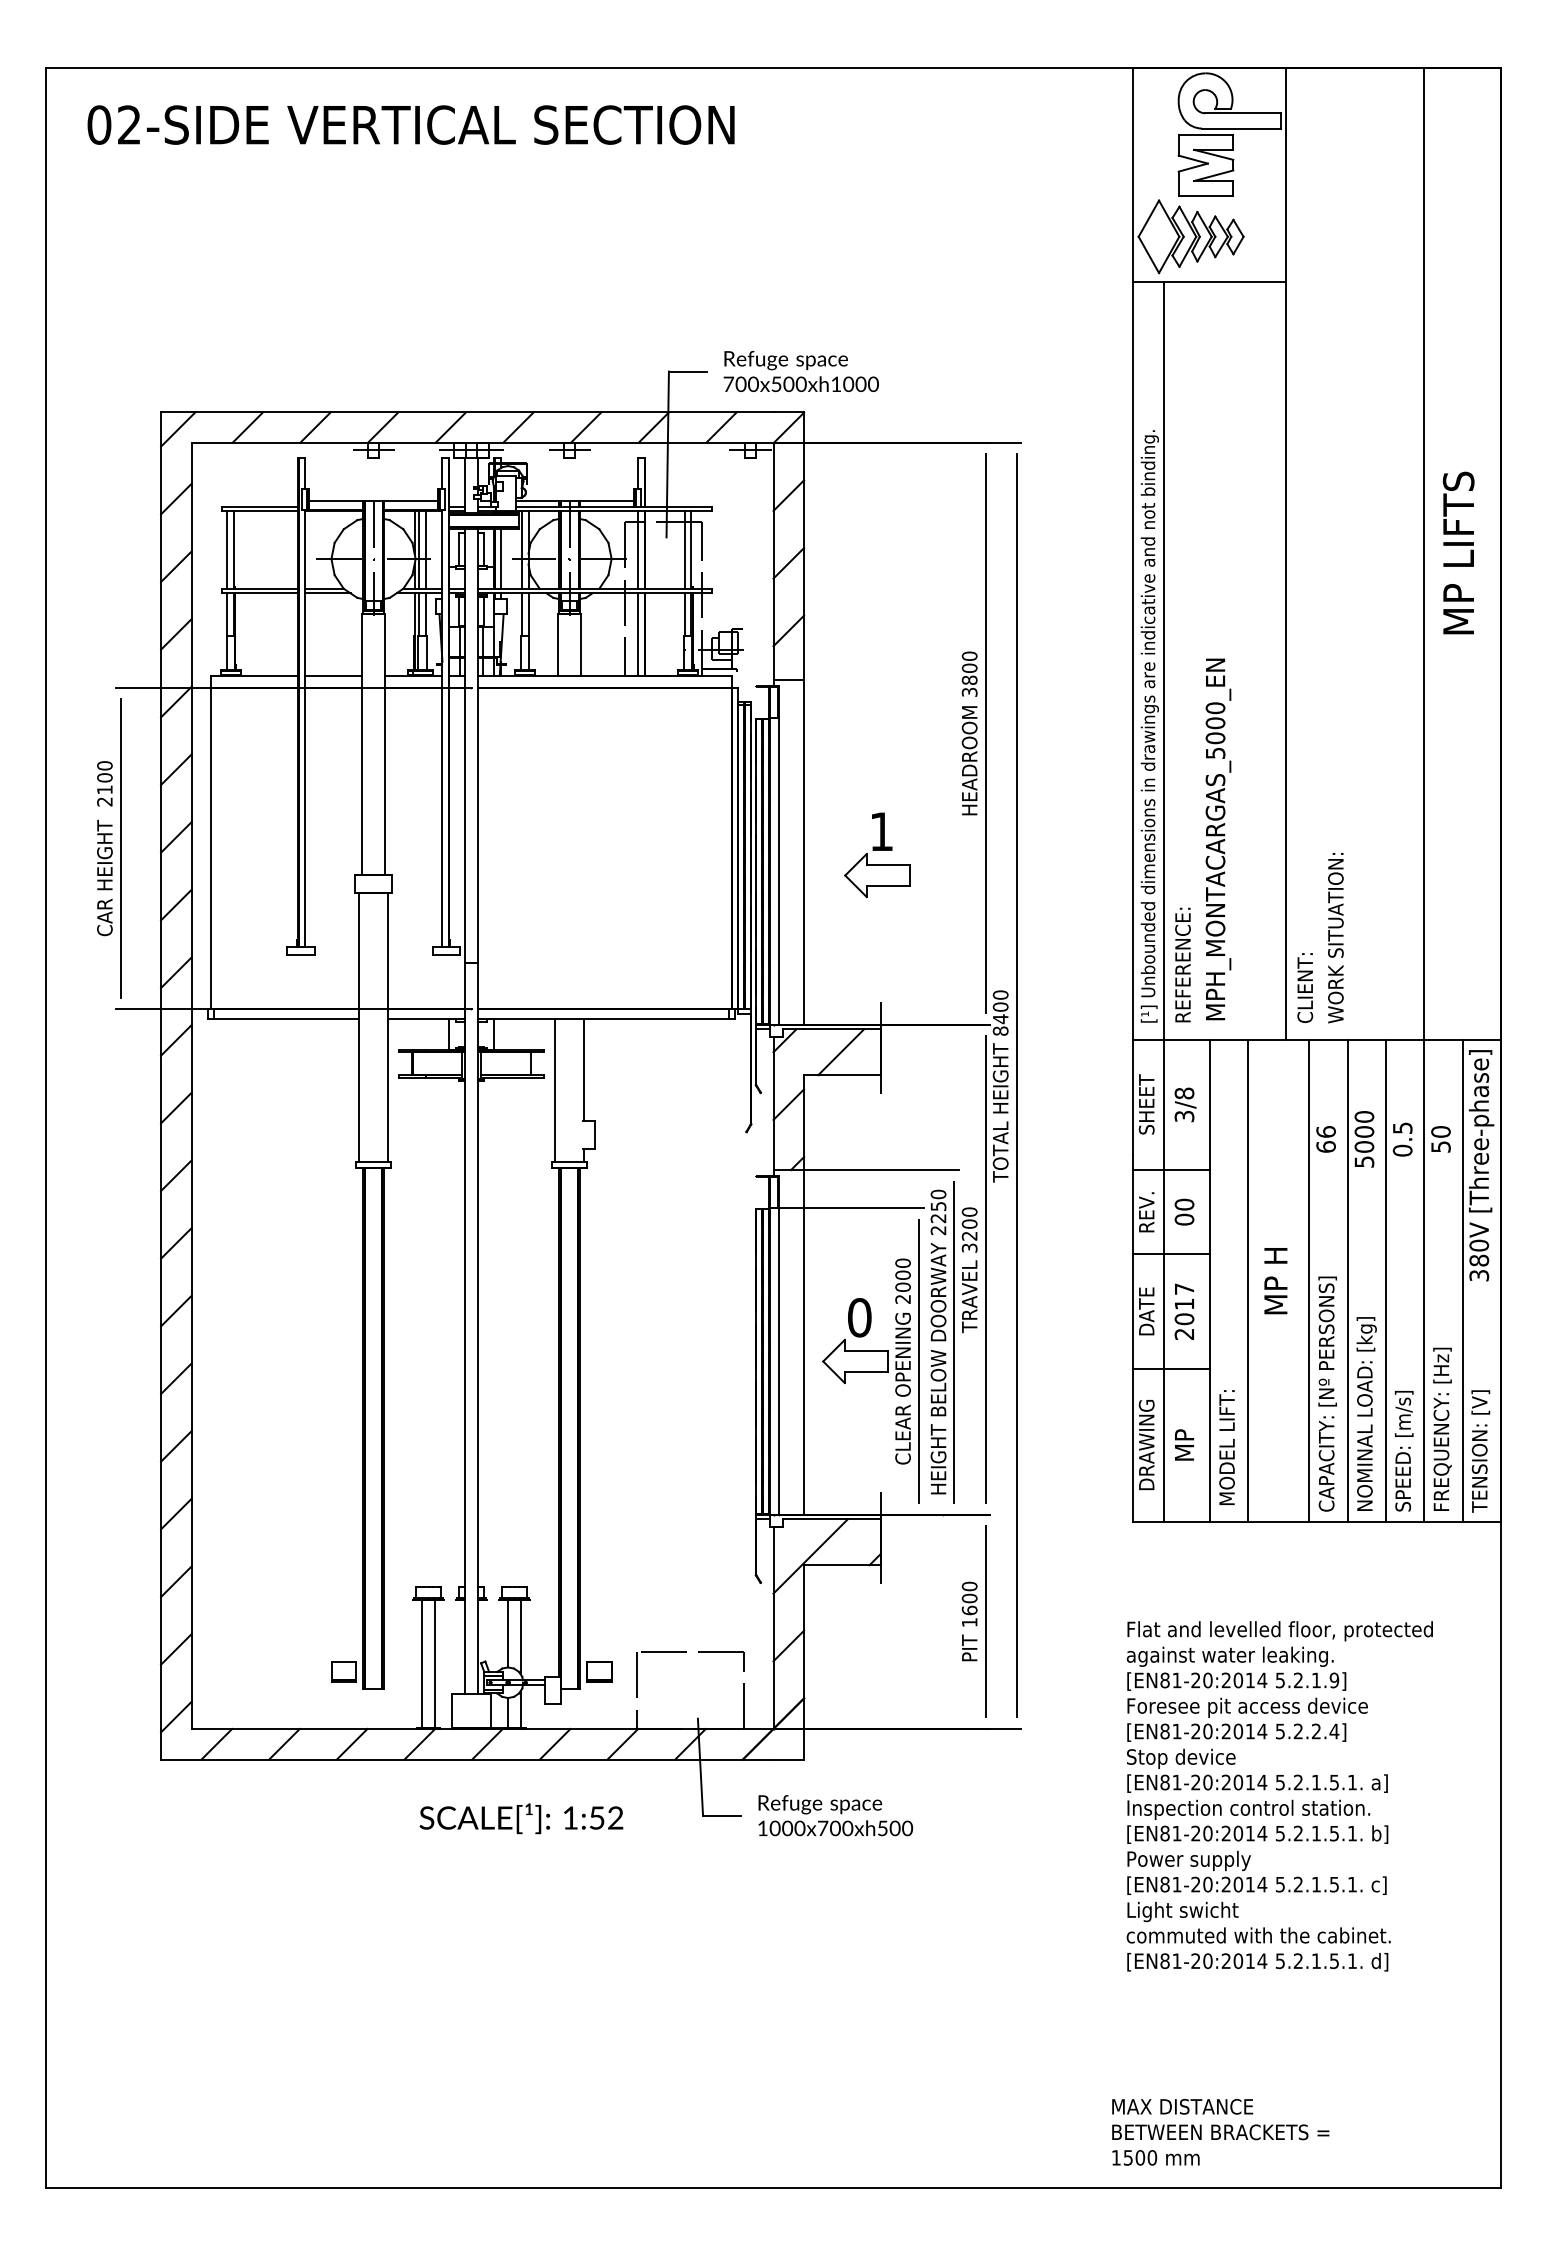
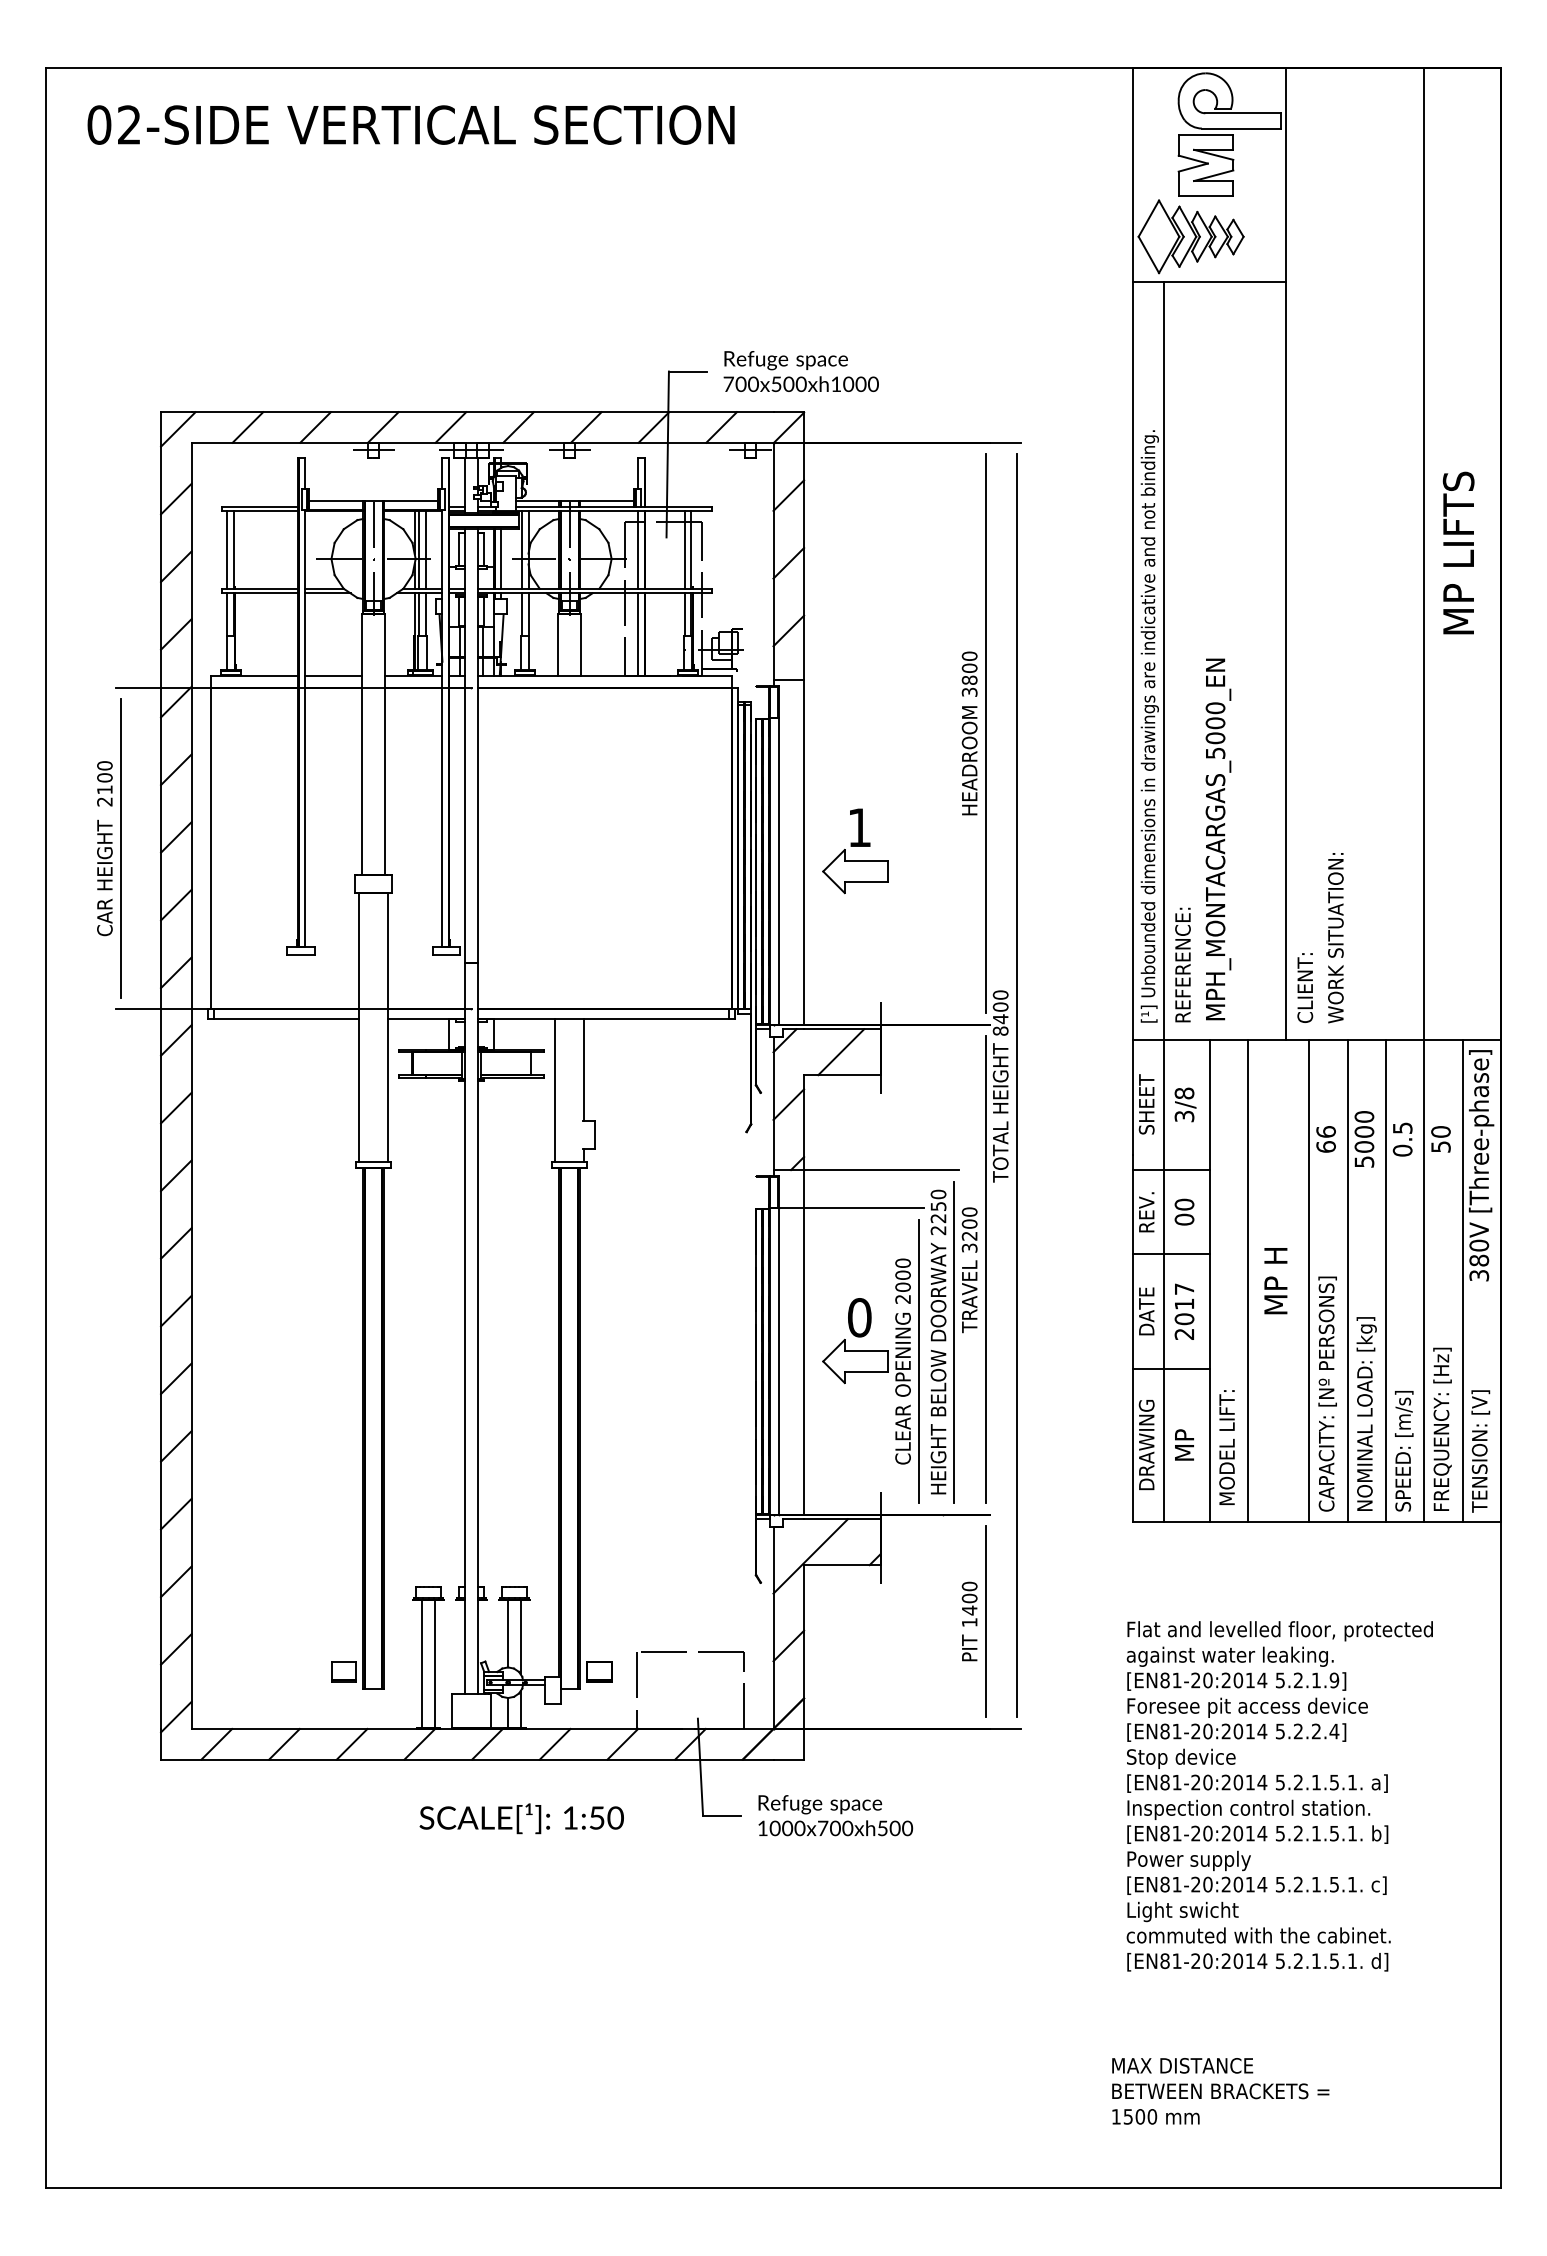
part at (877, 855) position: (877, 855) -> (855, 851)
text at (969, 1610): 1600 -> 1400
text at (615, 1817): 1:52 -> 1:50
text at (1220, 2132) position: (1220, 2132) -> (1220, 2091)
